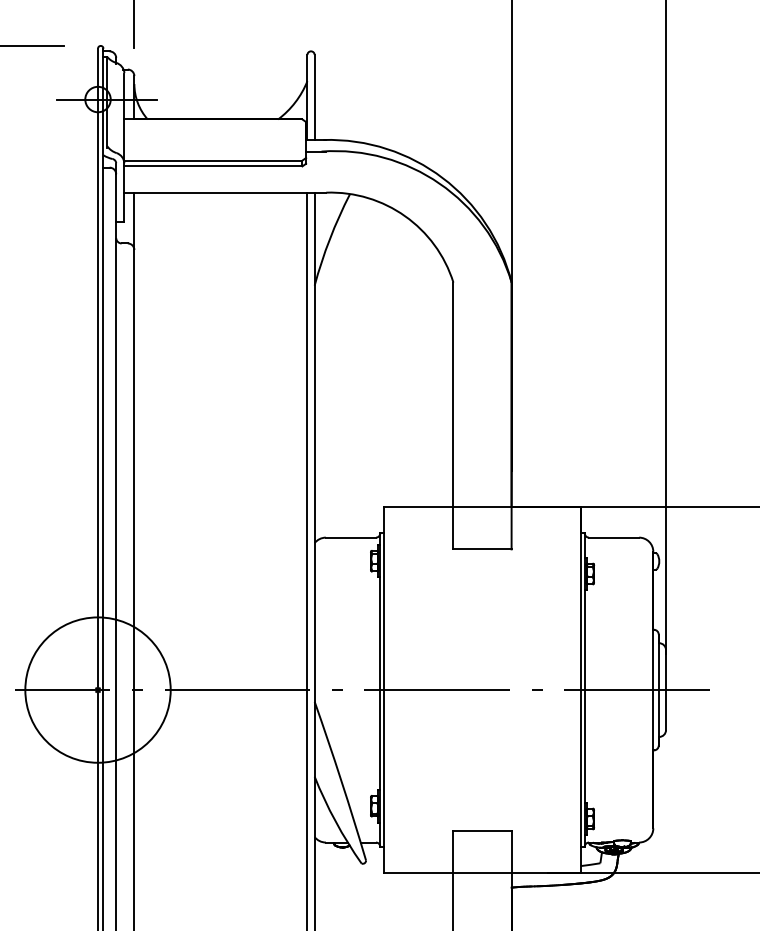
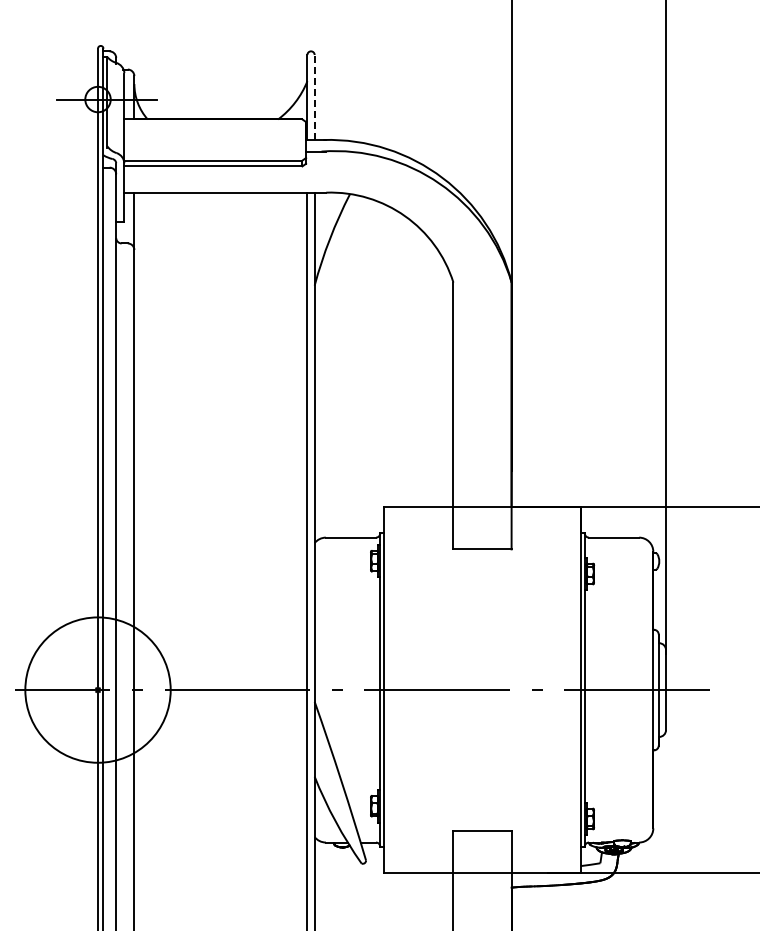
line at (134, 24): present -> none
line at (33, 45): present -> none
line at (314, 97): solid -> dashed
